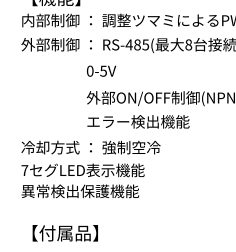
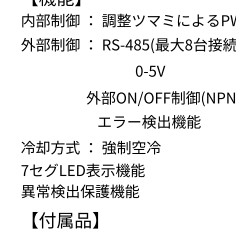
text at (101, 70) position: (101, 70) -> (150, 70)
text at (138, 121) position: (138, 121) -> (149, 121)
text at (64, 233) position: (64, 233) -> (64, 220)
